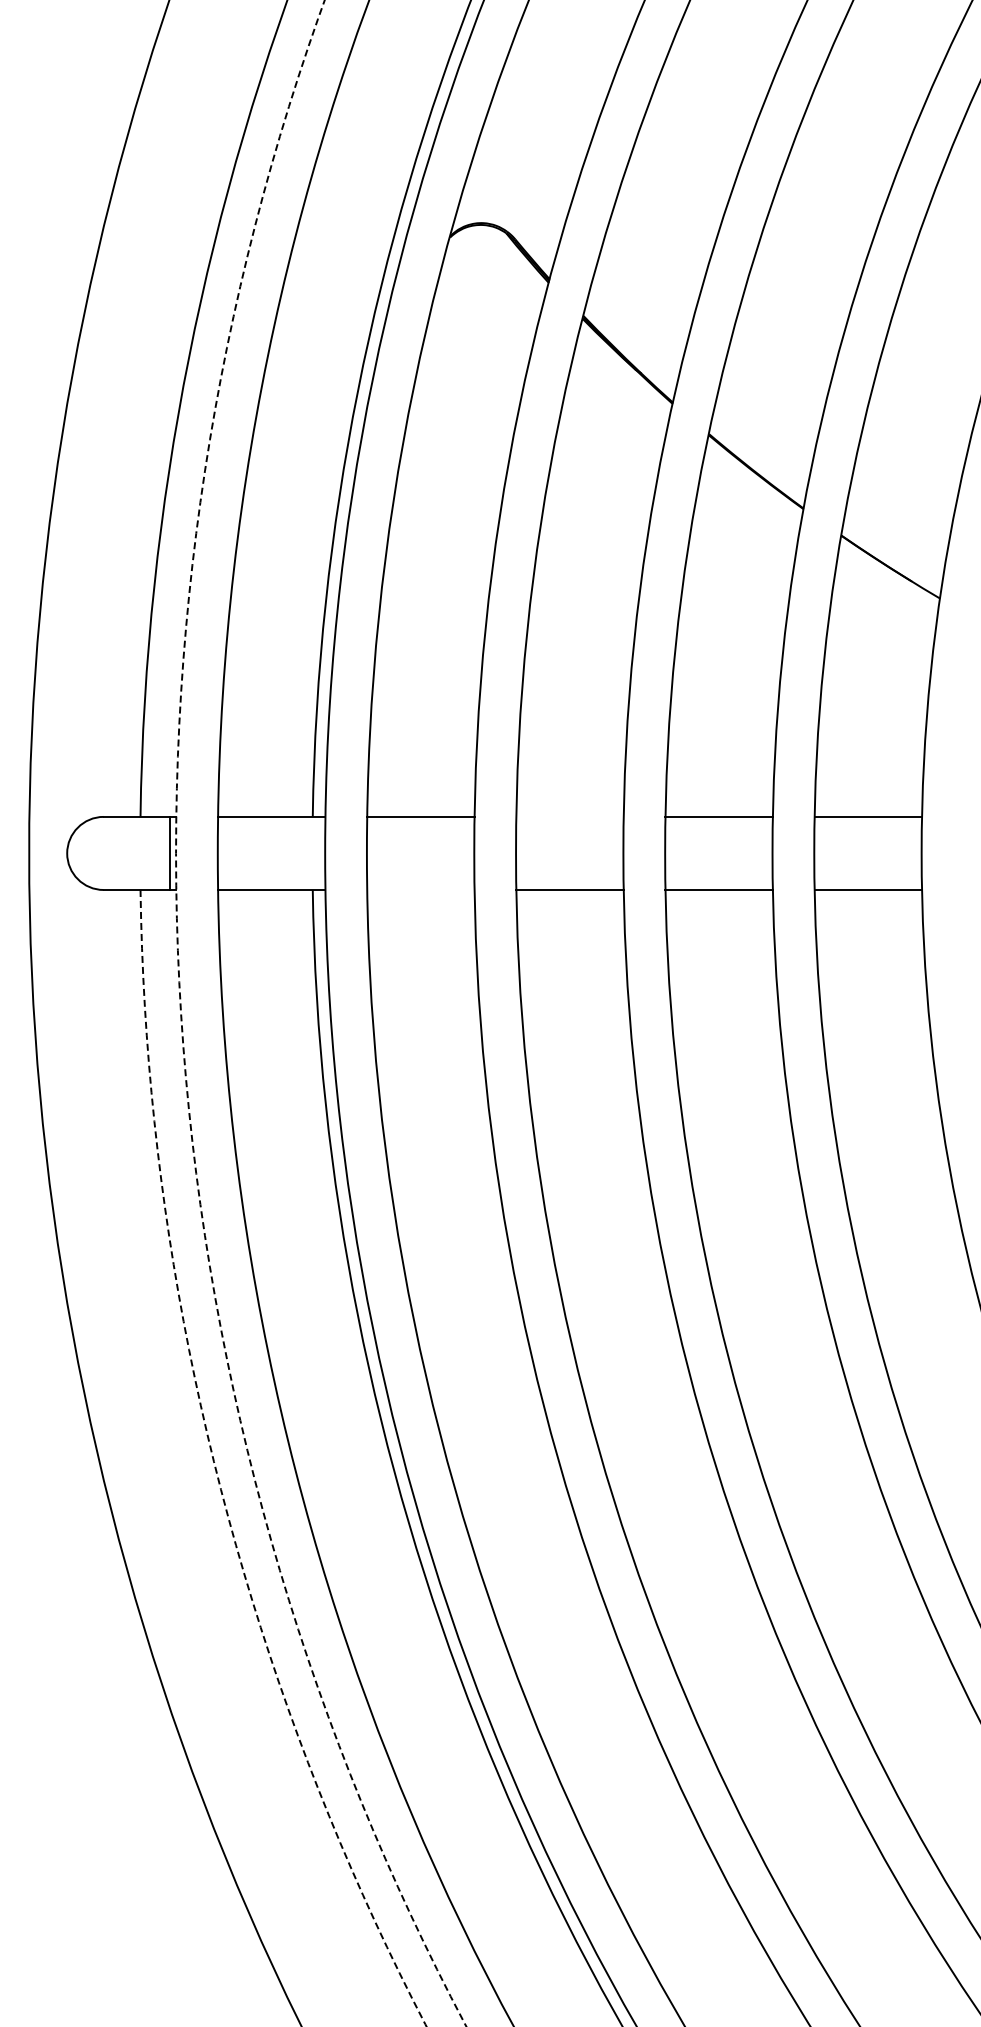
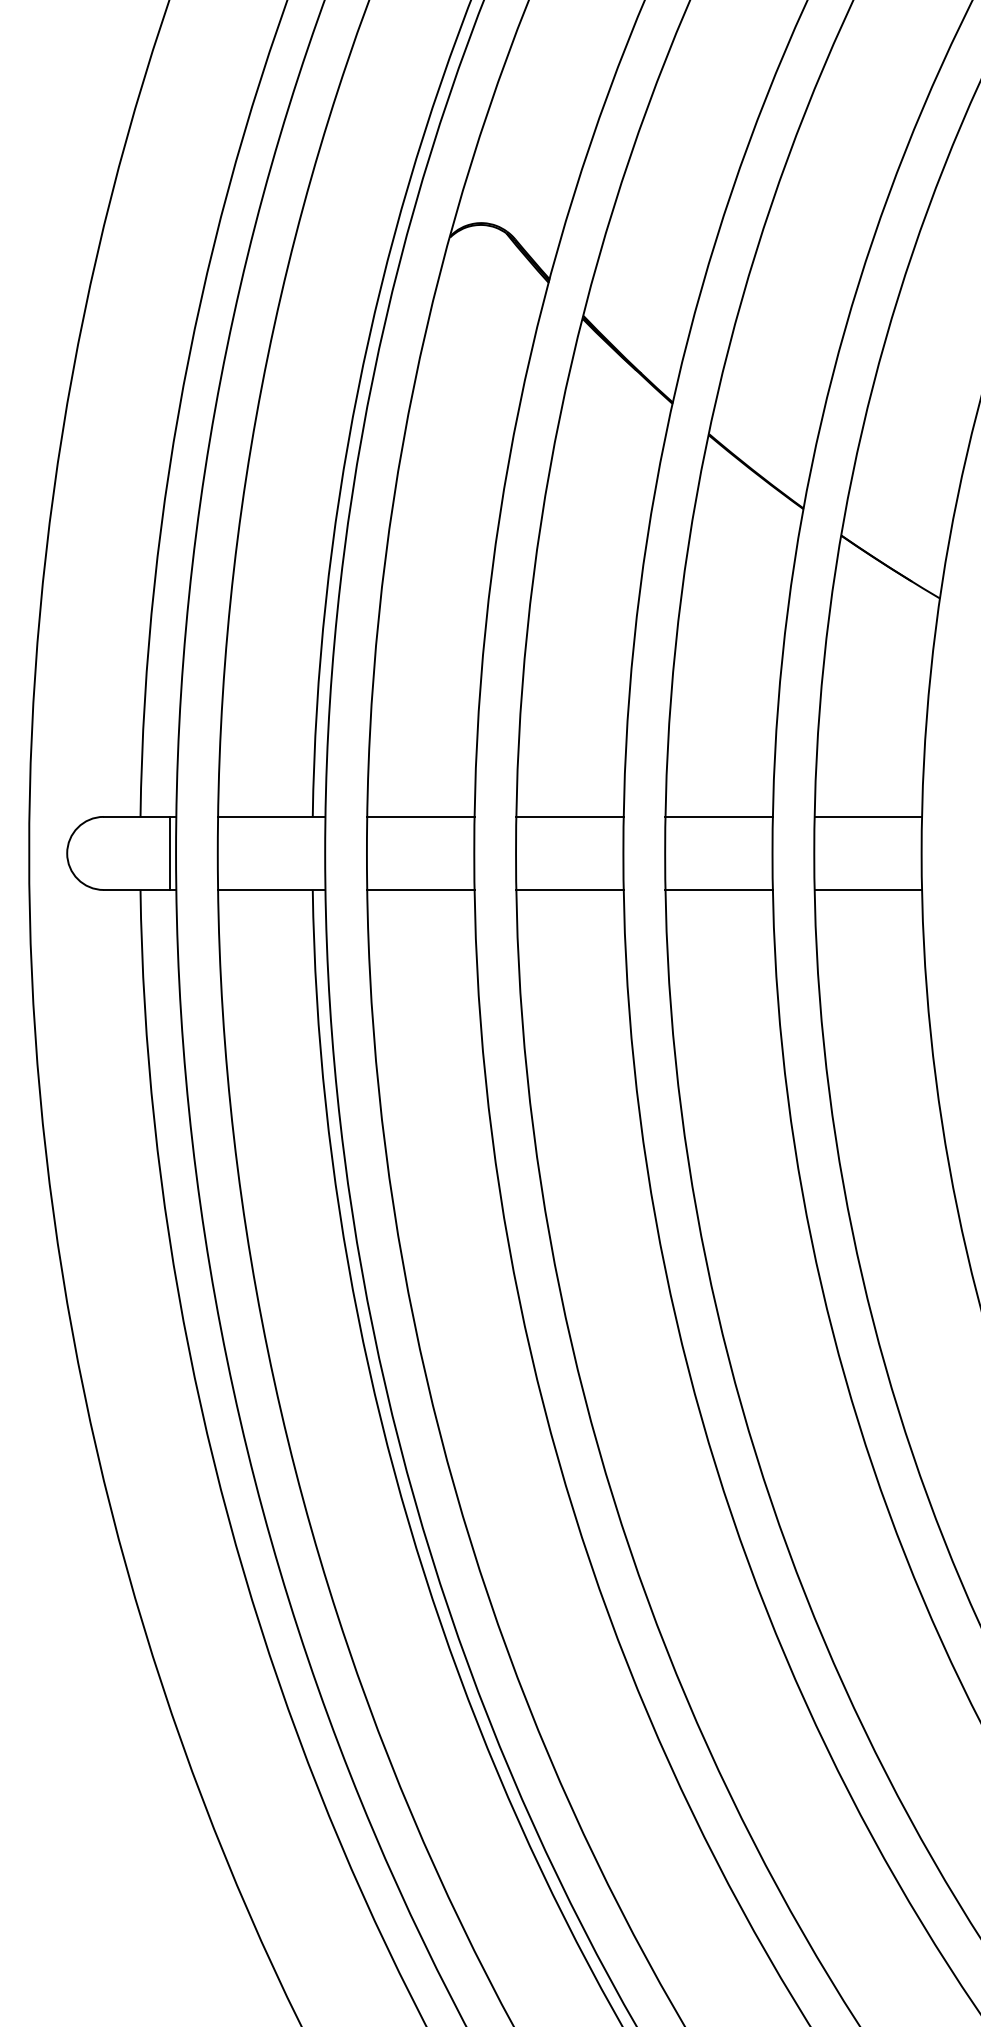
line at (569, 816): none -> present
line at (420, 889): none -> present
circle at (321, 1013): dashed -> solid
arc at (217, 1475): dashed -> solid
